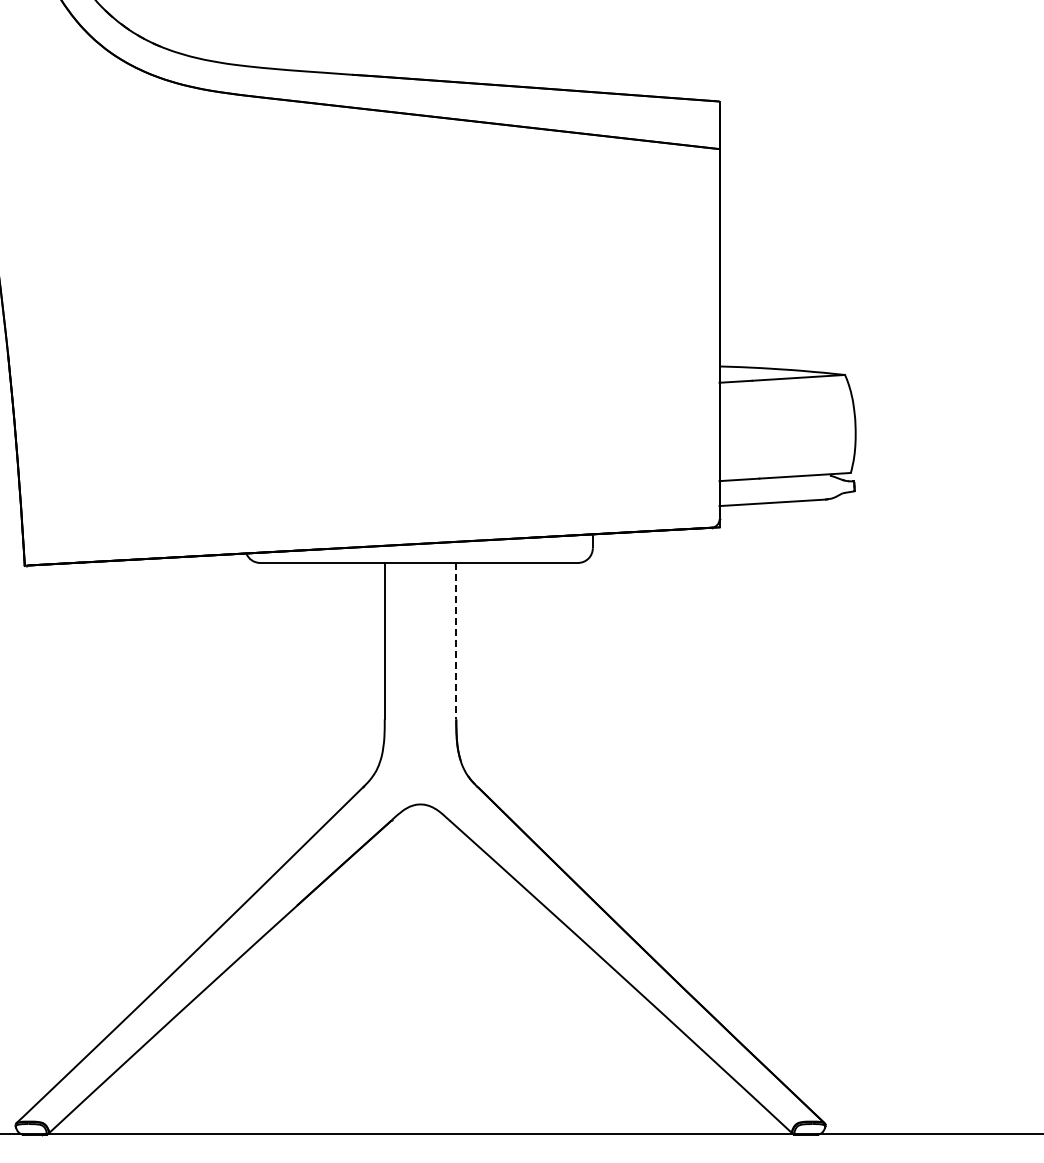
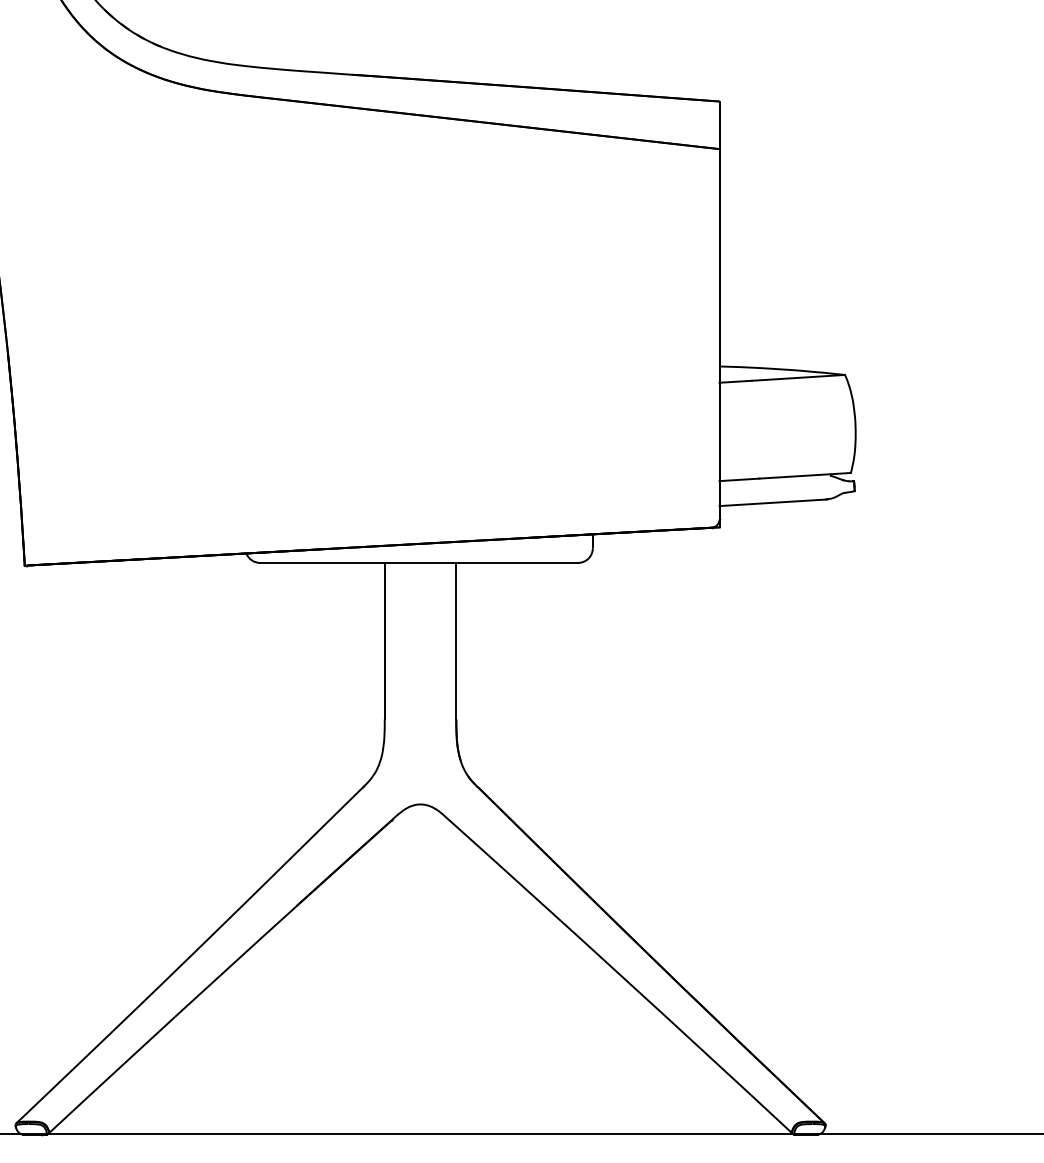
line at (456, 641): dashed -> solid
